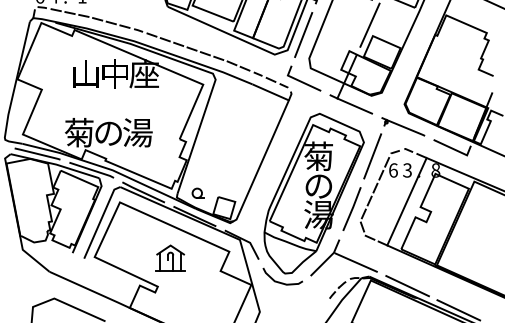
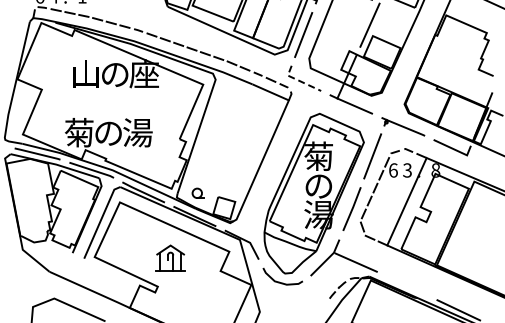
text at (115, 73): 中 -> の
line at (299, 80): solid -> dashed
line at (407, 286): present -> none
